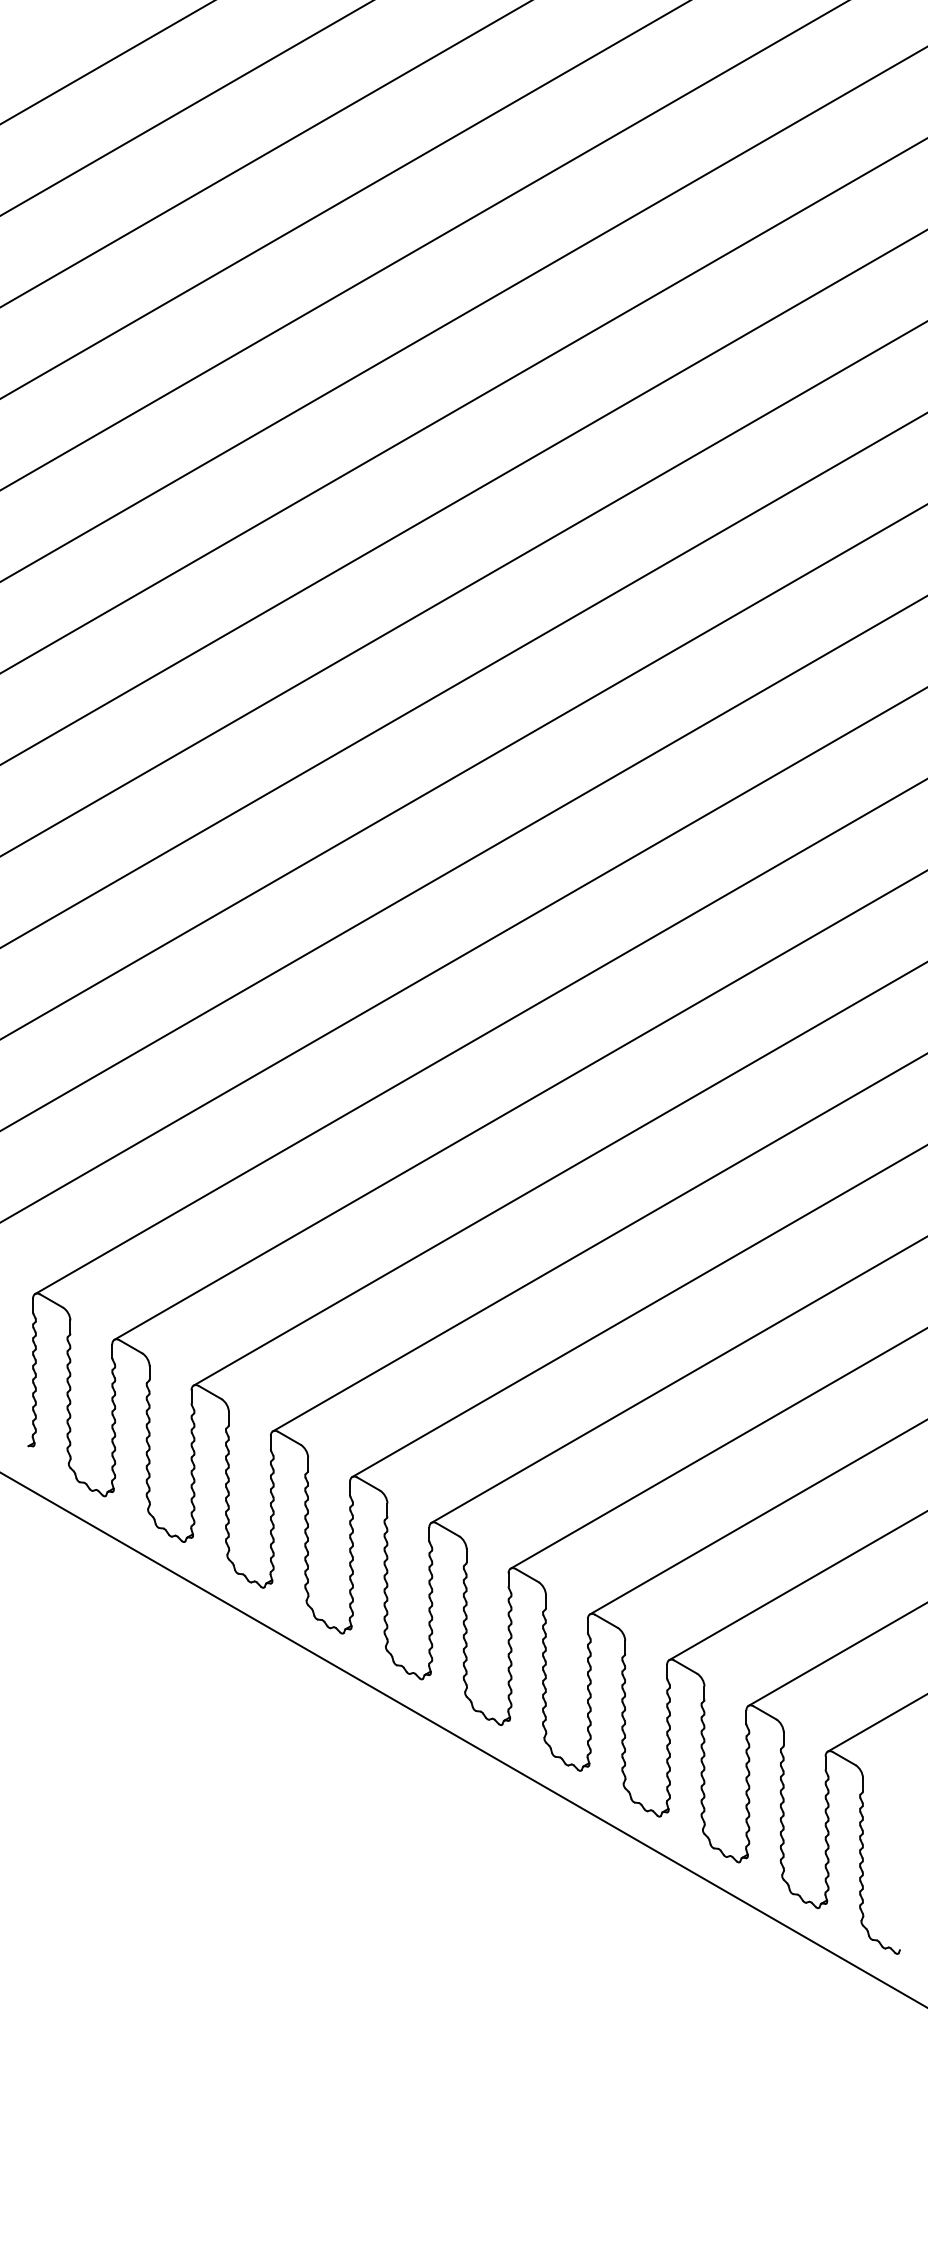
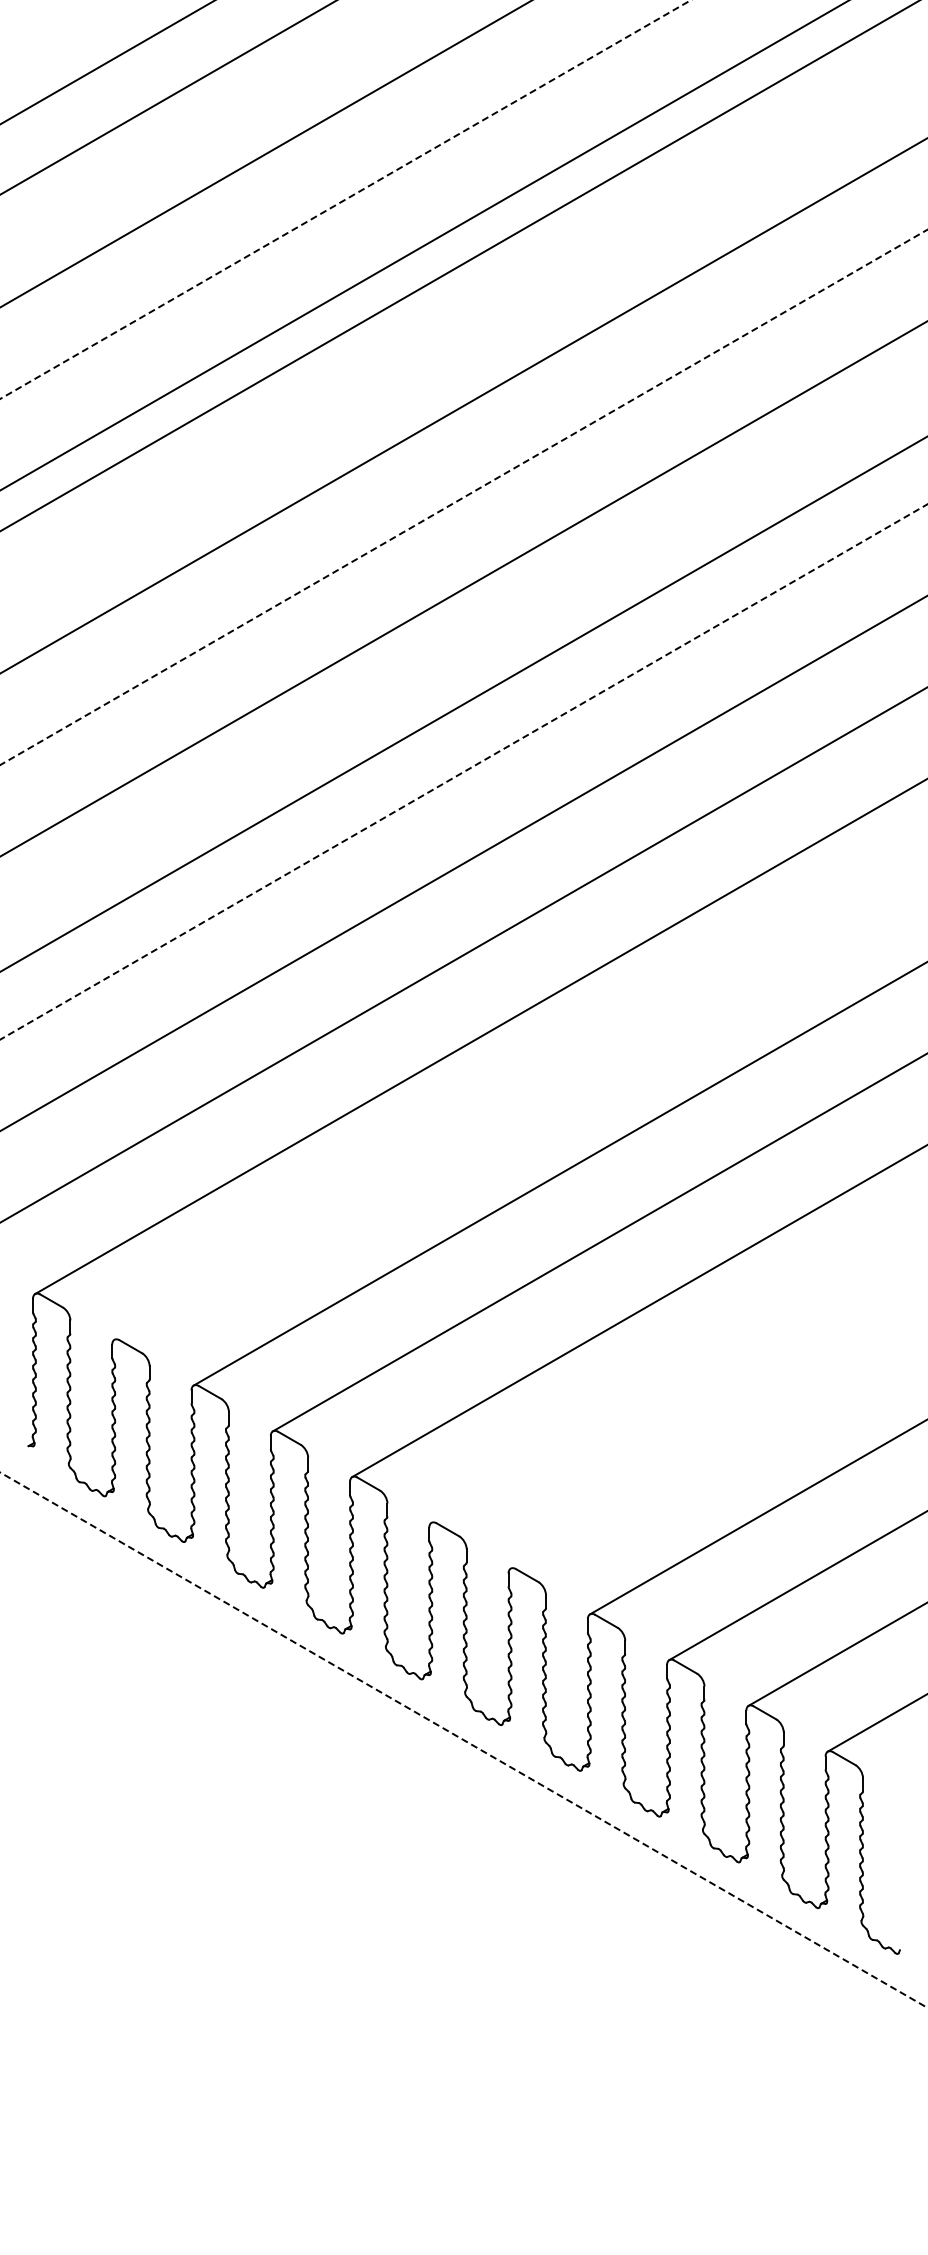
line at (186, 108) position: (186, 108) -> (167, 97)
line at (345, 199): solid -> dashed
line at (463, 314) position: (463, 314) -> (459, 265)
line at (463, 497): solid -> dashed
line at (463, 680) position: (463, 680) -> (463, 704)
line at (463, 772): solid -> dashed
line at (519, 1105): present -> none
line at (677, 1380): present -> none
line at (717, 1448): present -> none
line at (464, 1740): solid -> dashed
